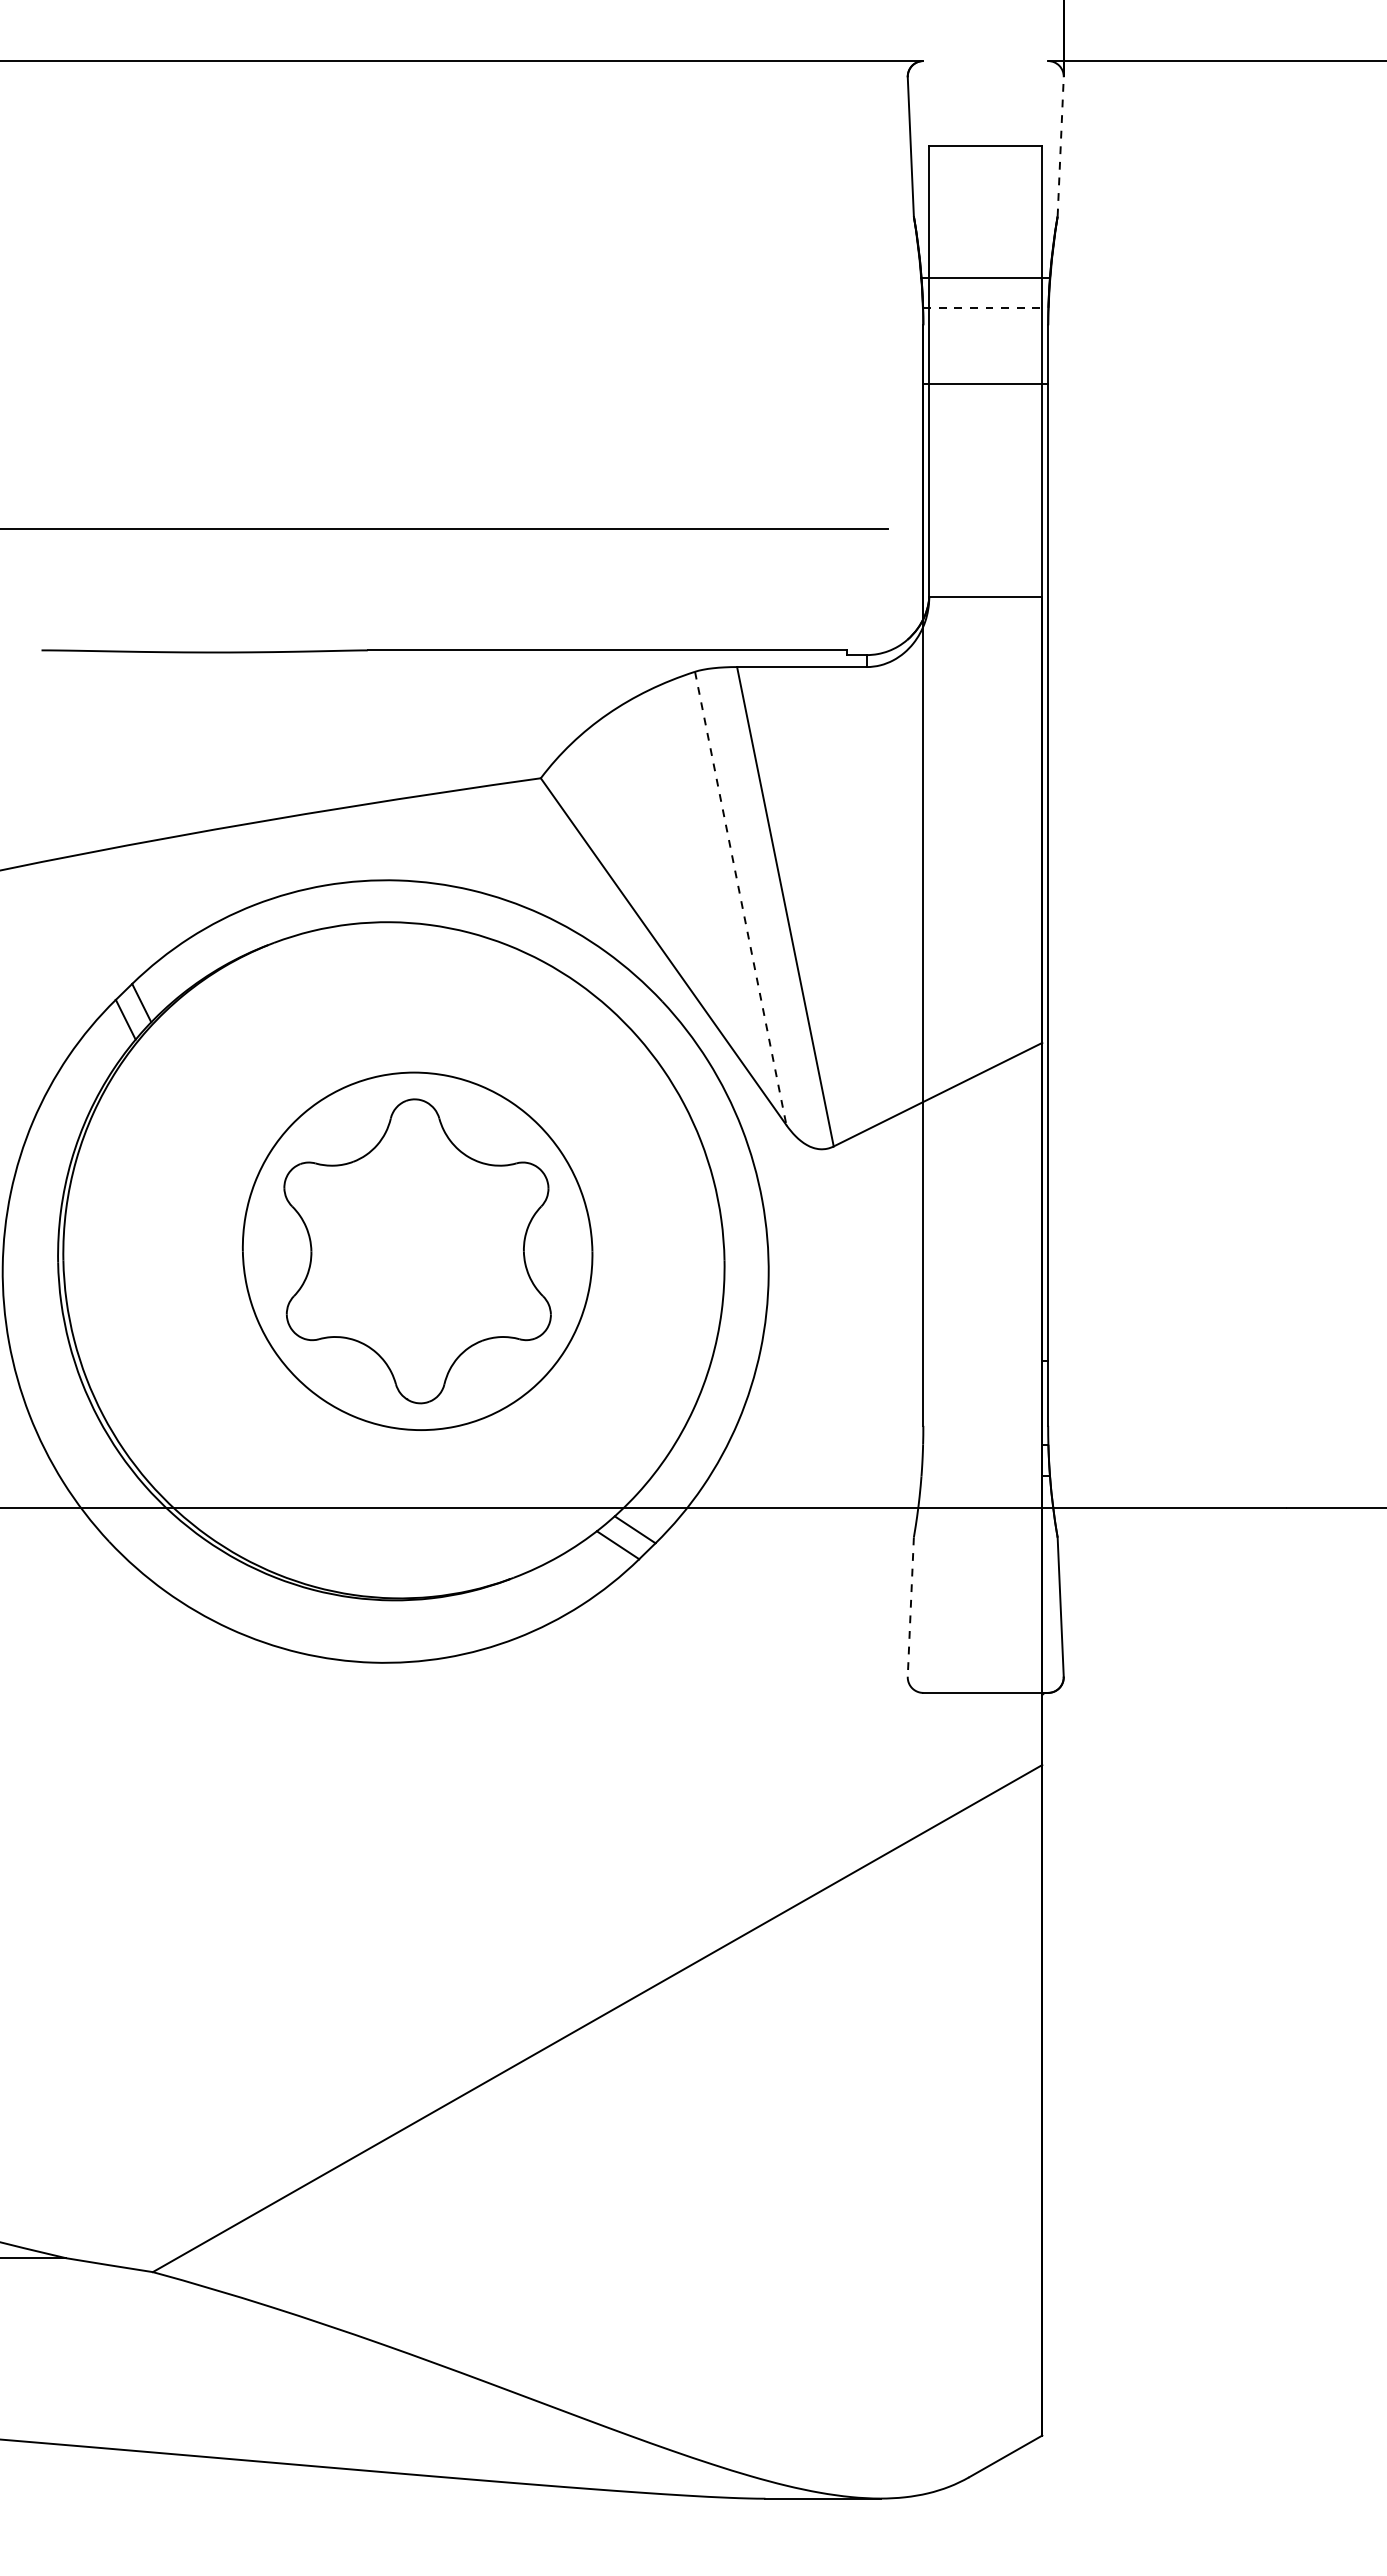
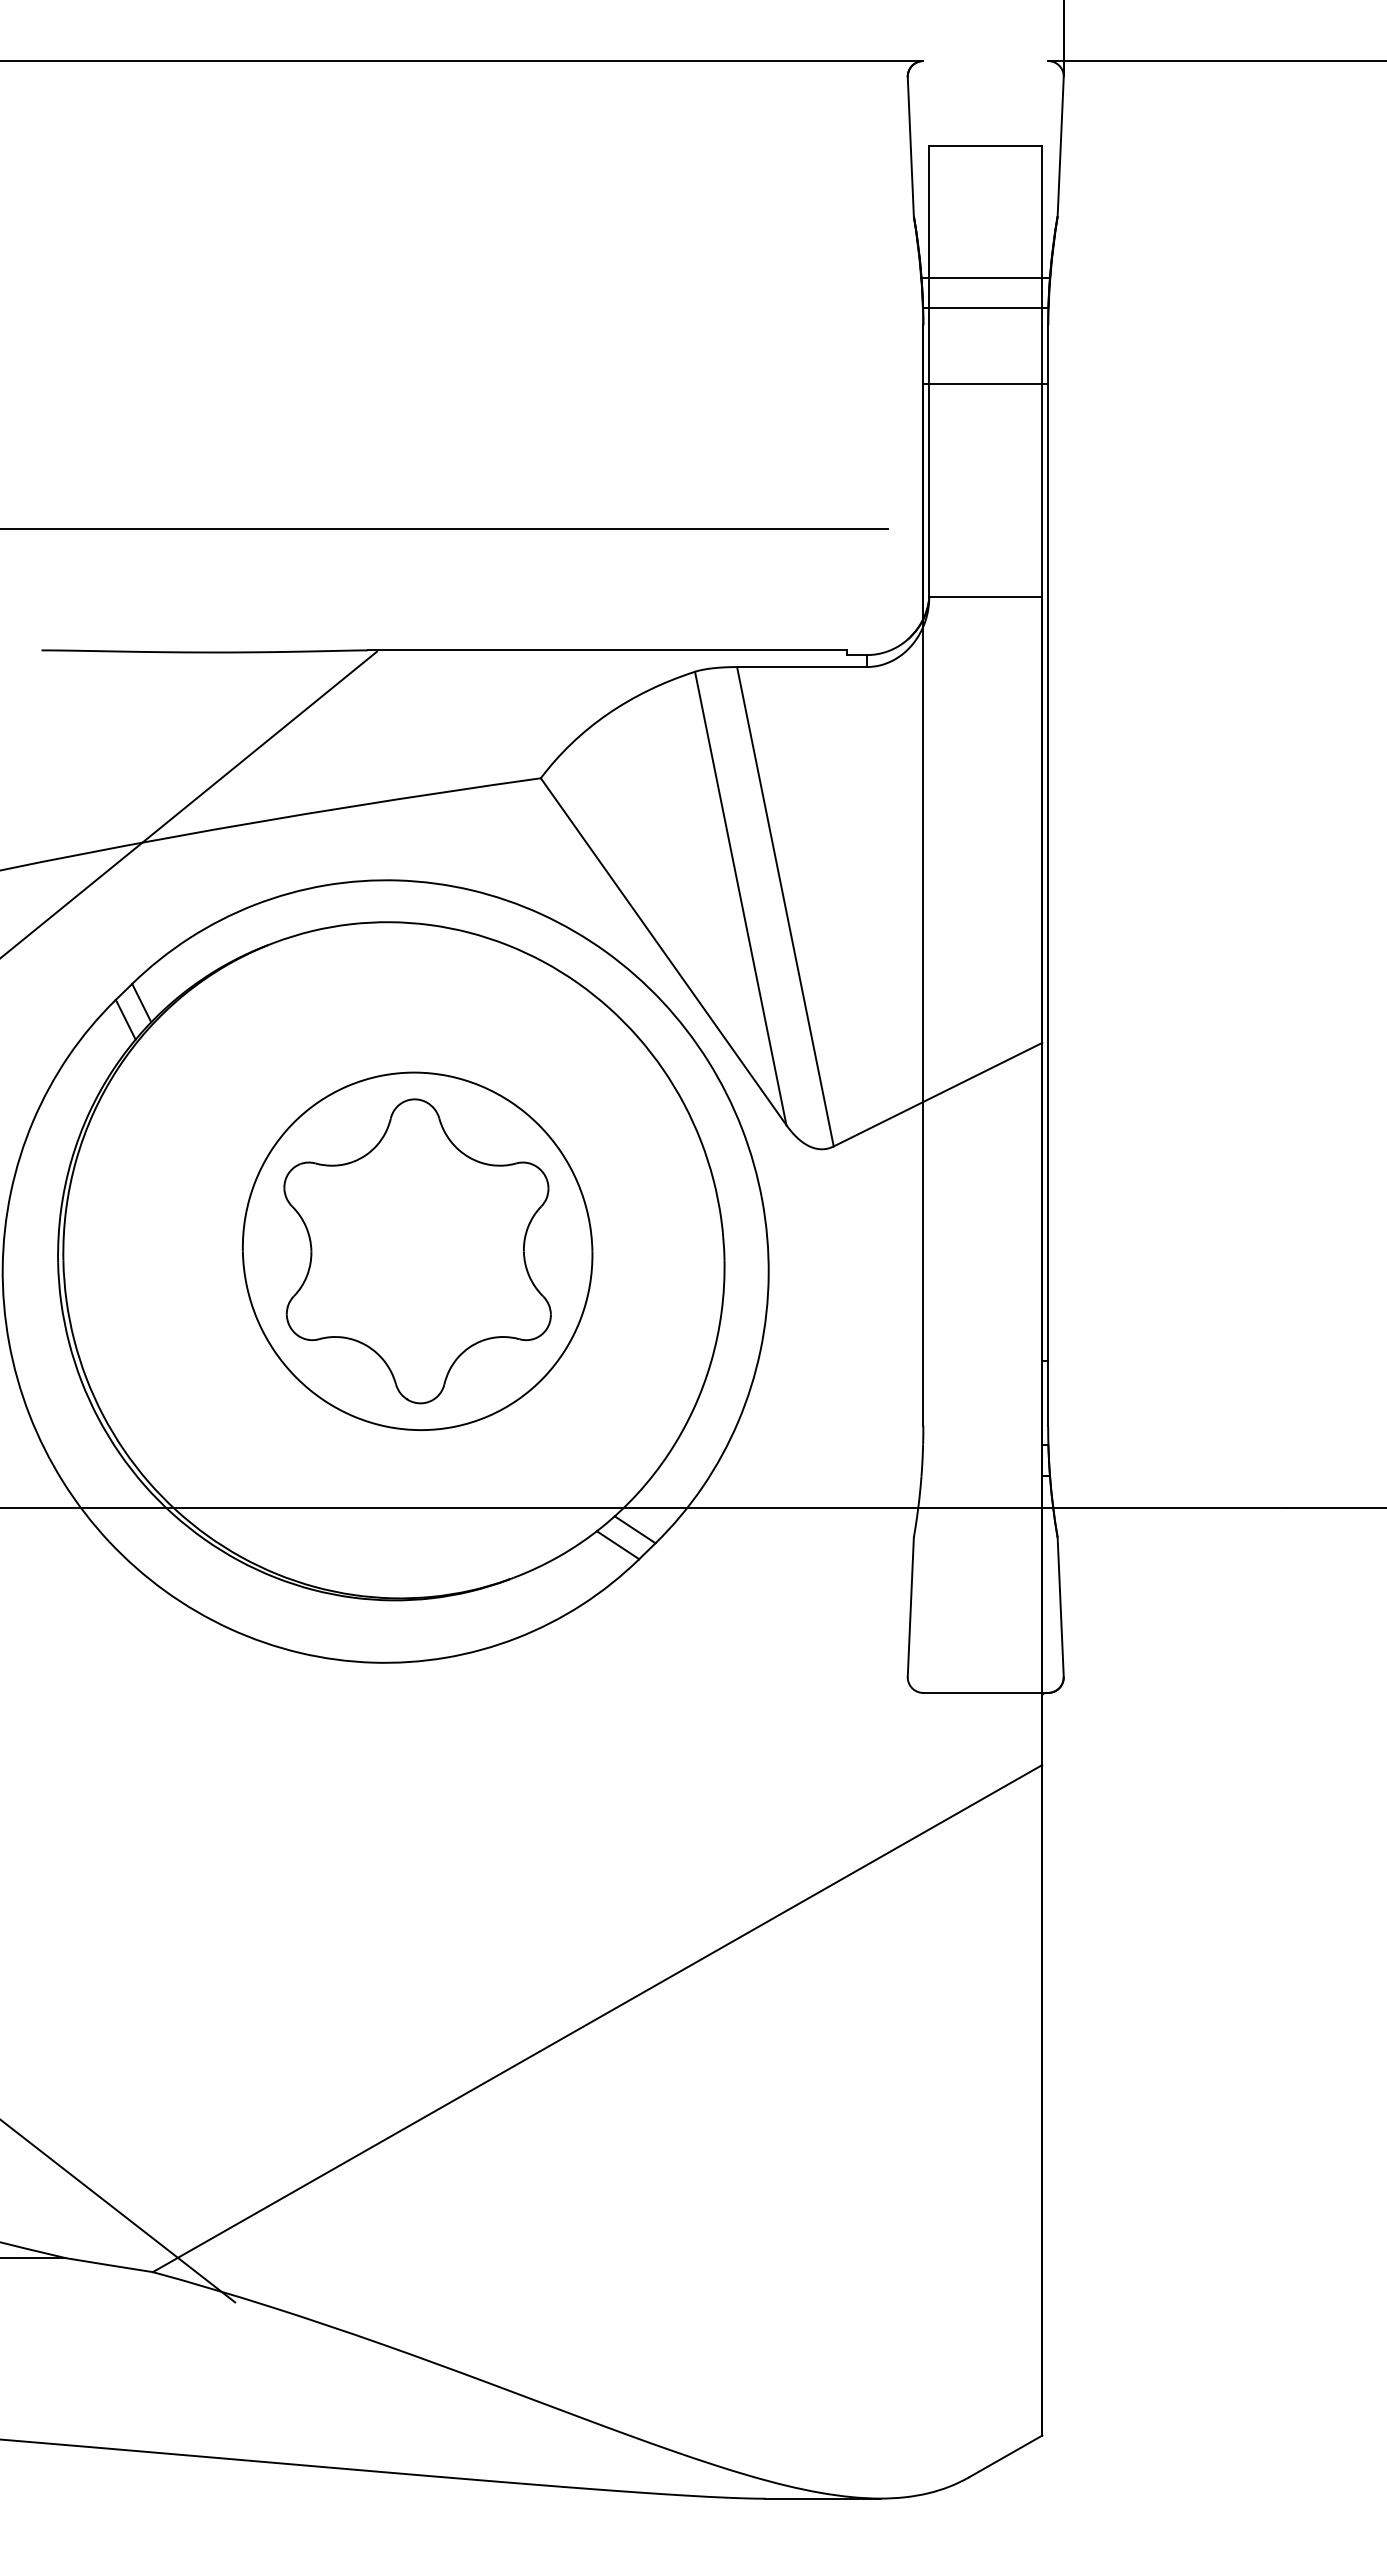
line at (1060, 146): dashed -> solid
line at (985, 307): dashed -> solid
line at (189, 803): none -> present
line at (740, 898): dashed -> solid
line at (910, 1607): dashed -> solid
line at (118, 2211): none -> present
